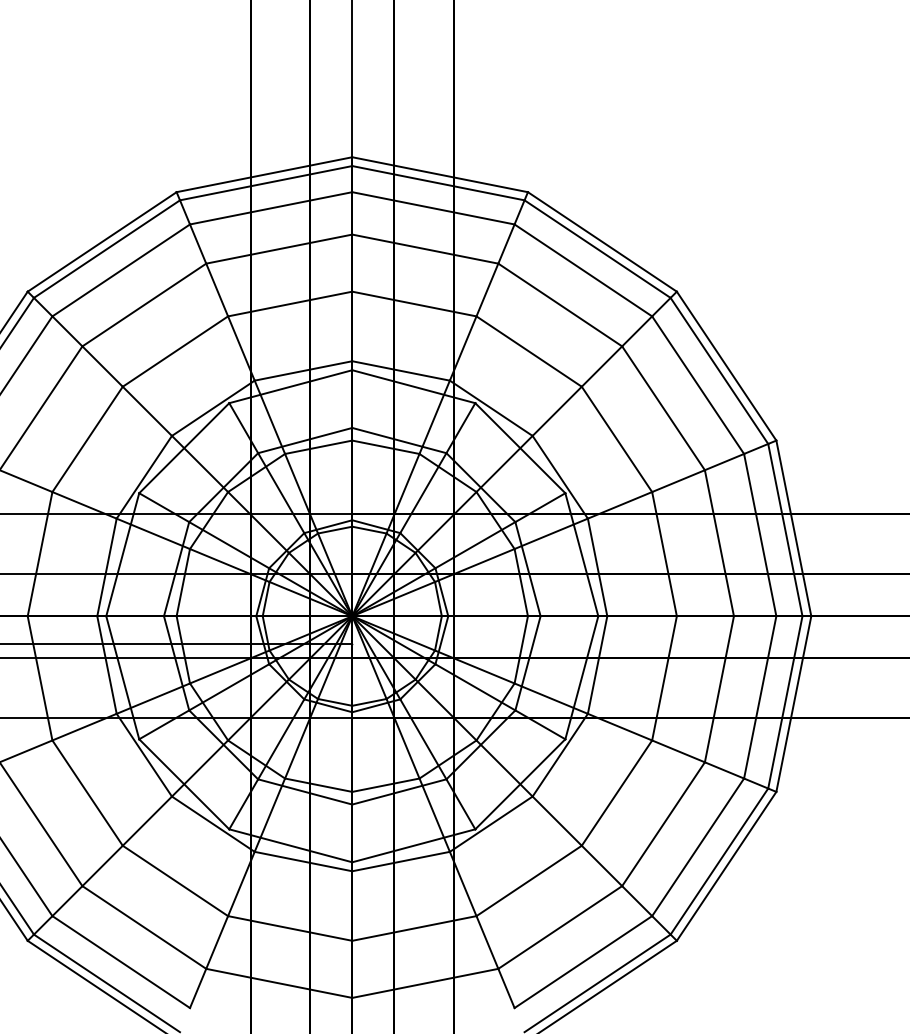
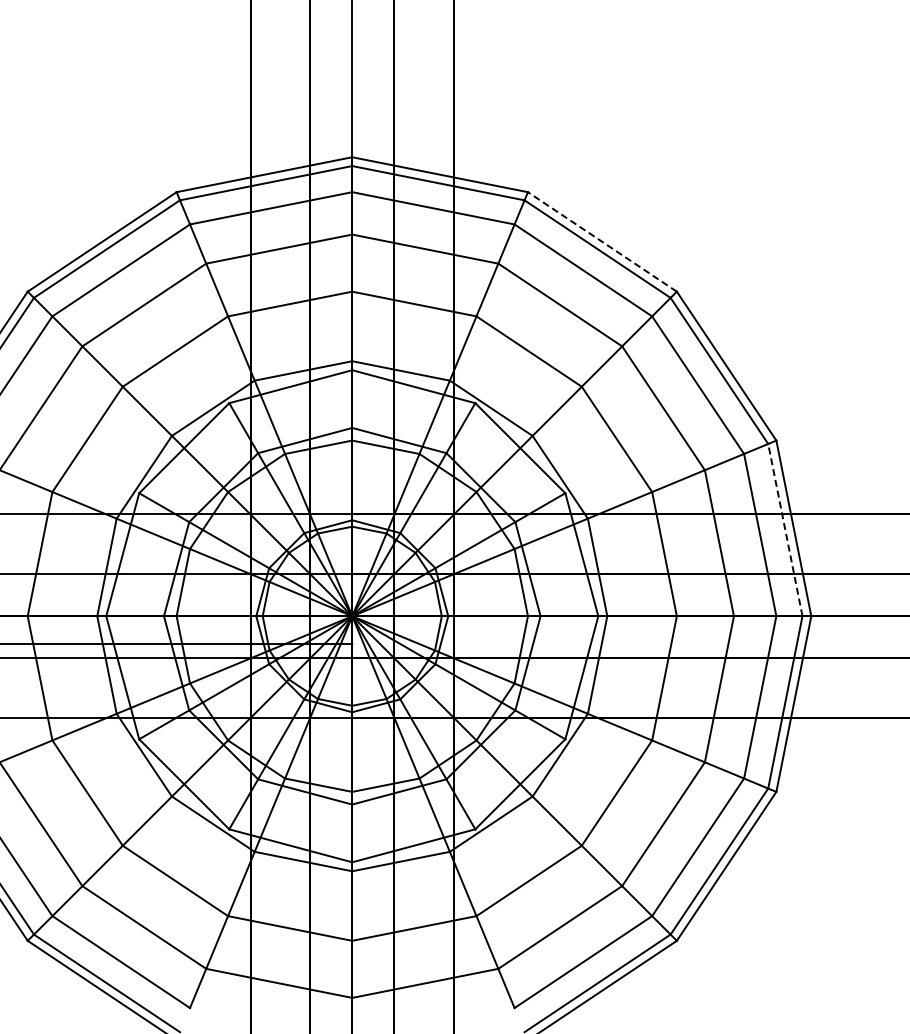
line at (602, 241): solid -> dashed
line at (785, 530): solid -> dashed
